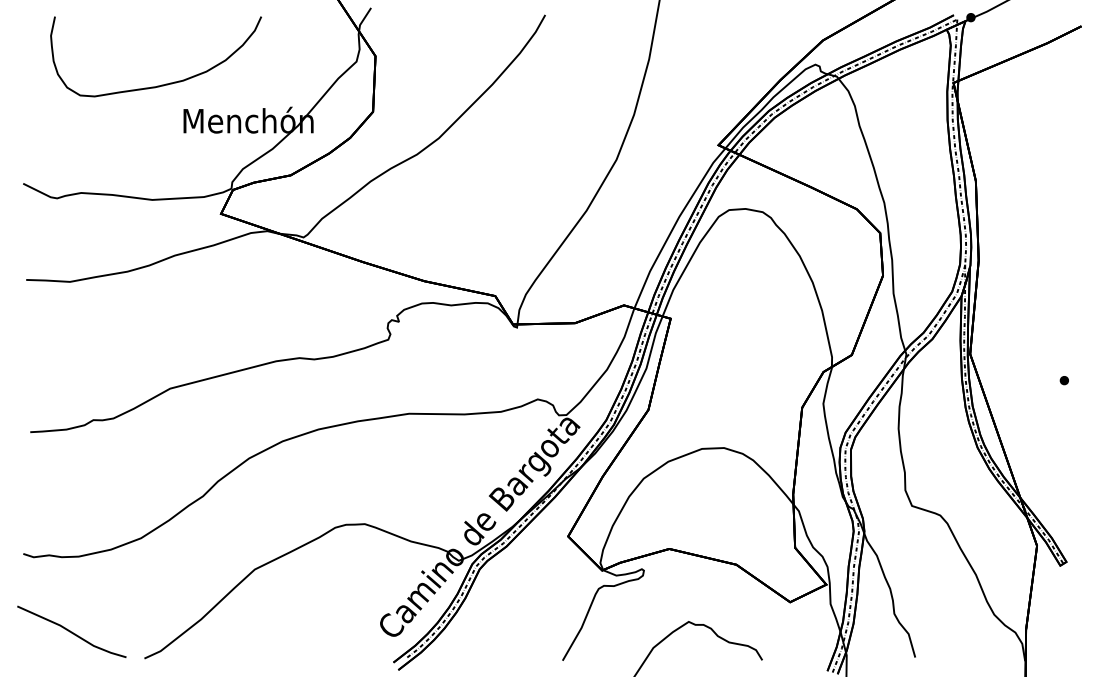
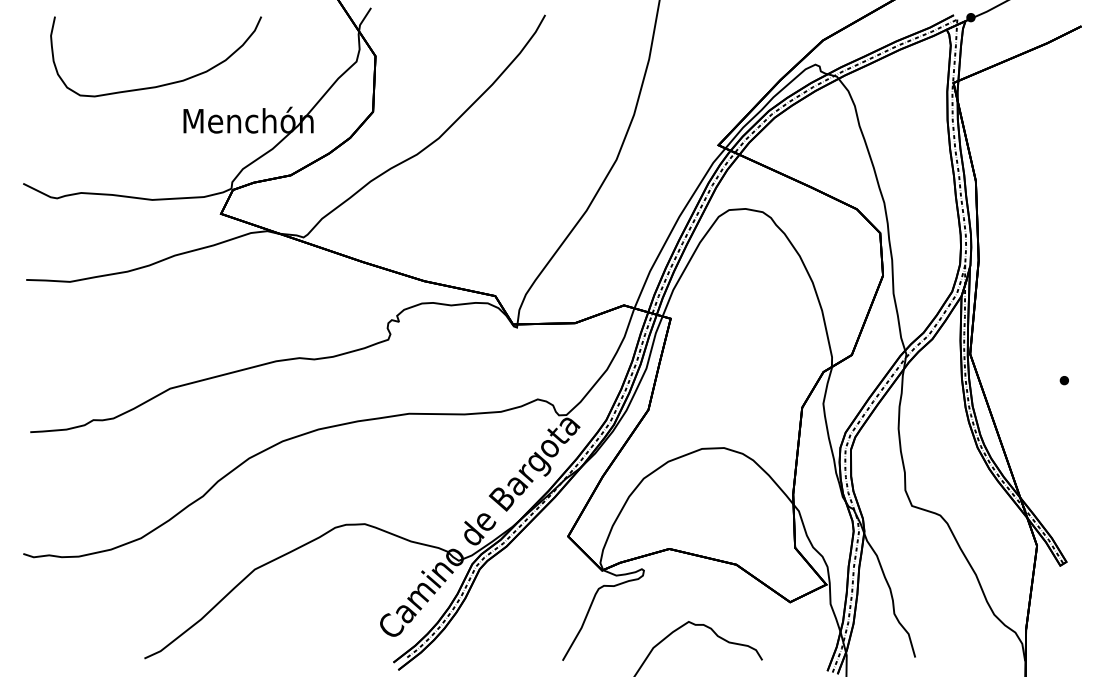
line at (71, 631): present -> none
